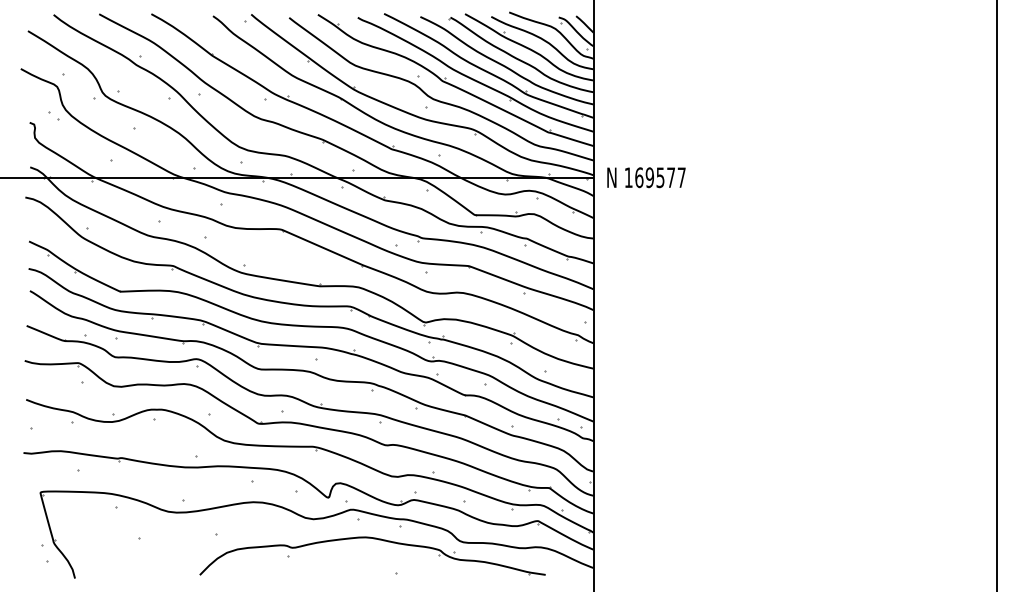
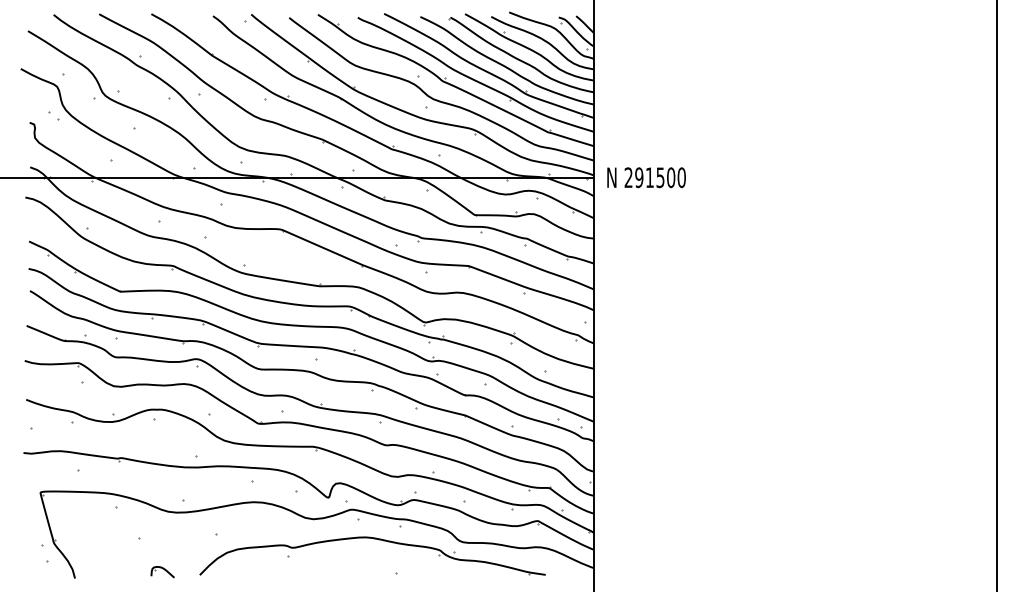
text at (654, 177): 169577 -> 291500
part at (162, 572): none -> present
